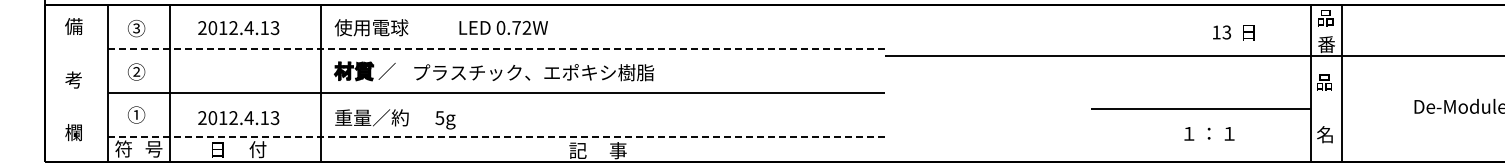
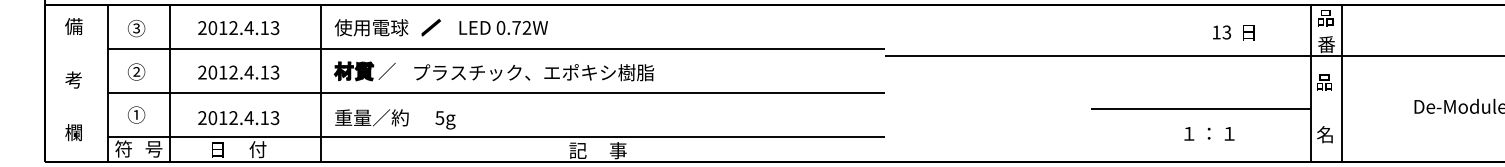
line at (430, 27): none -> present
line at (496, 49): dashed -> solid
part at (238, 72): none -> present
line at (496, 136): dashed -> solid
